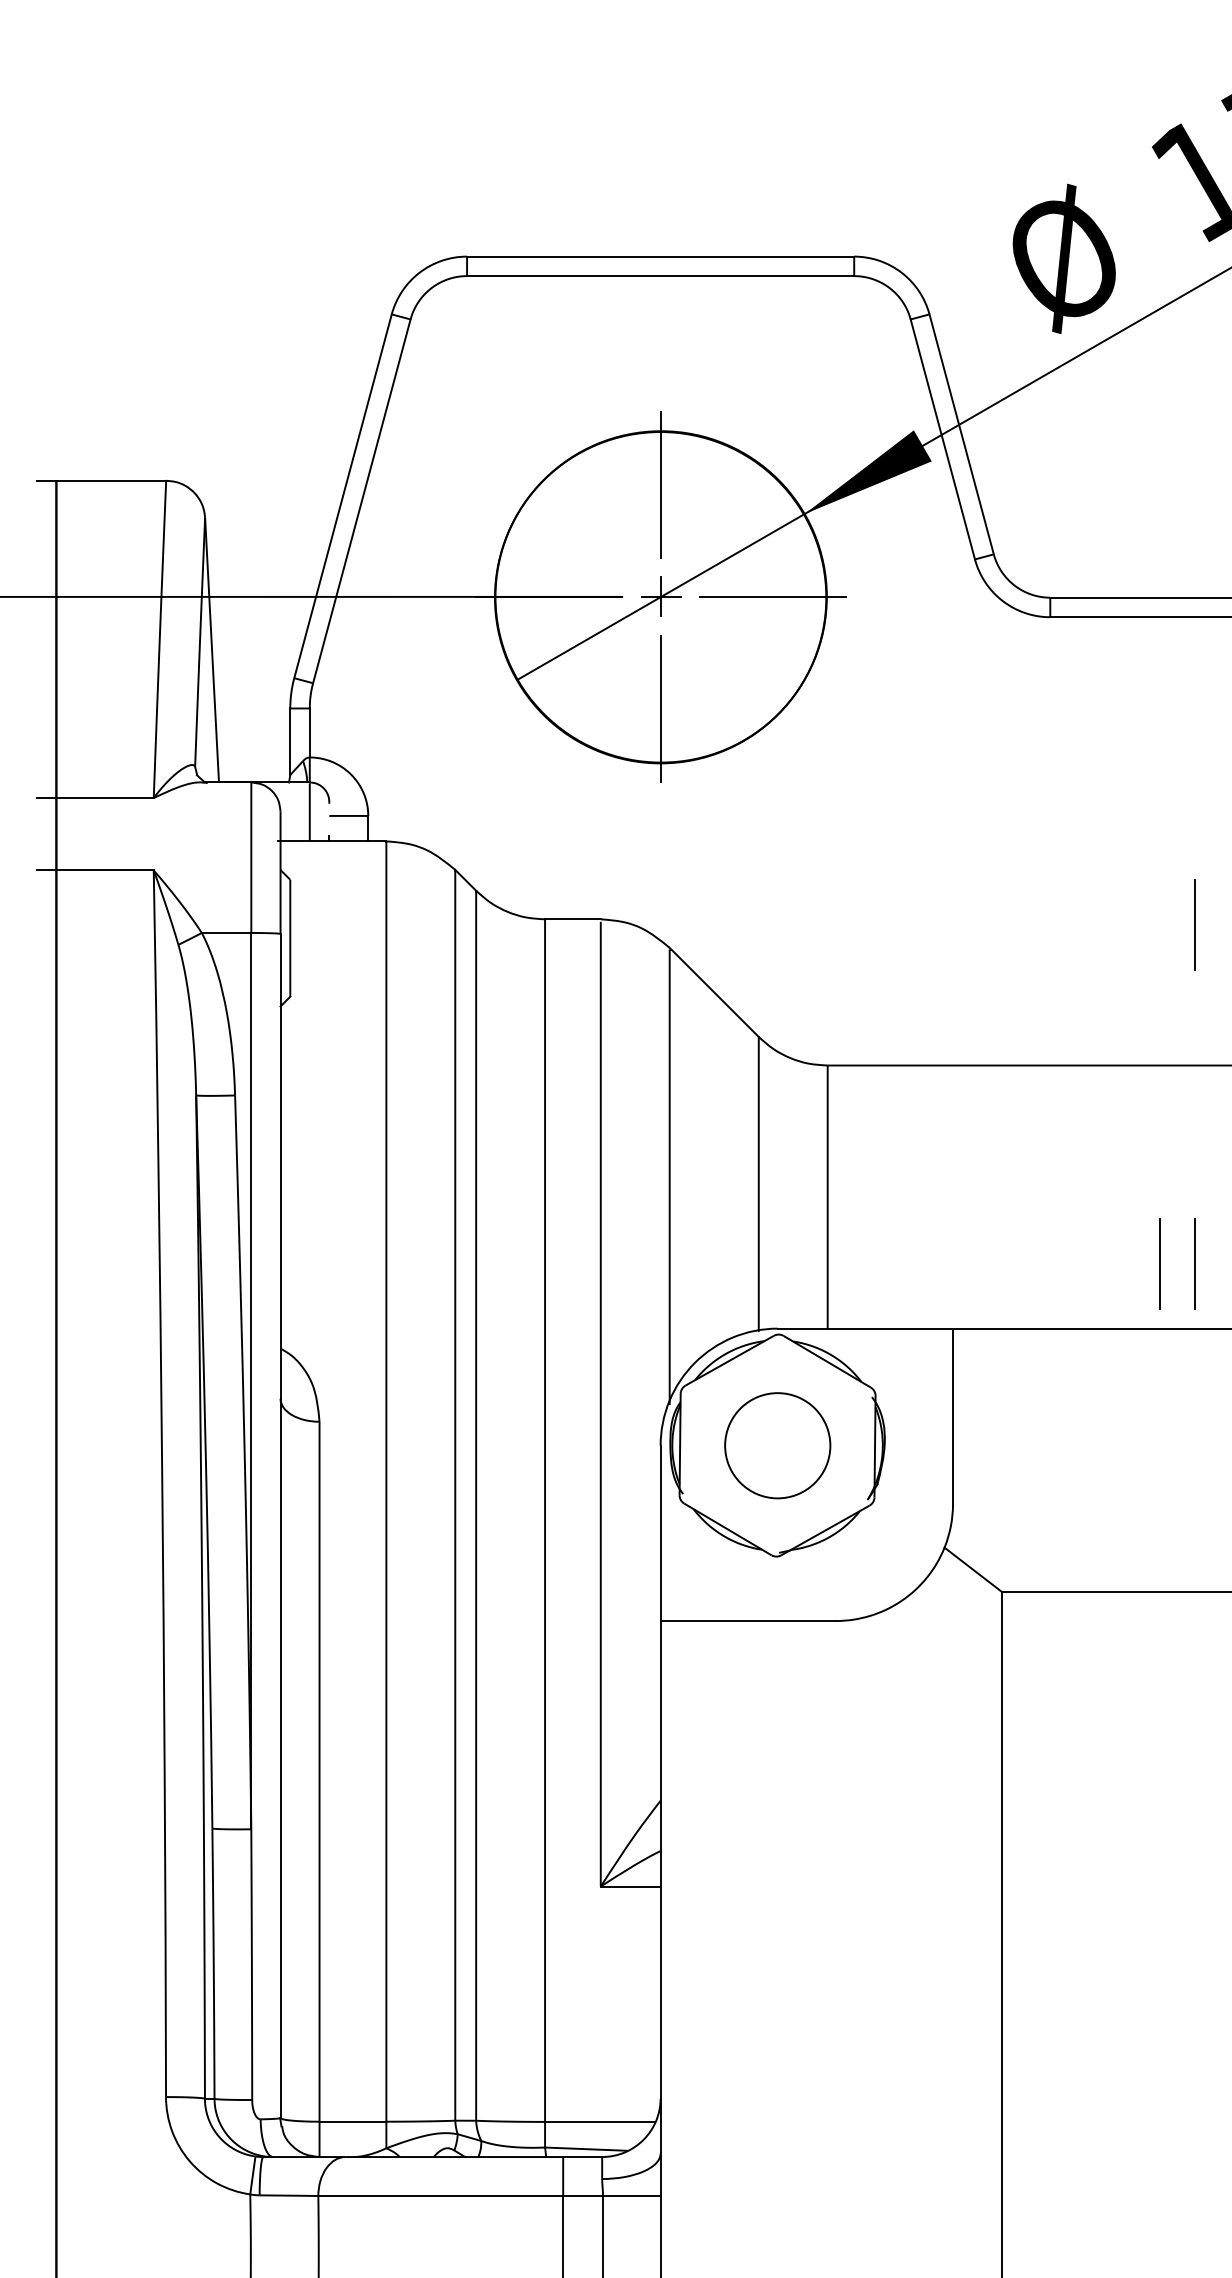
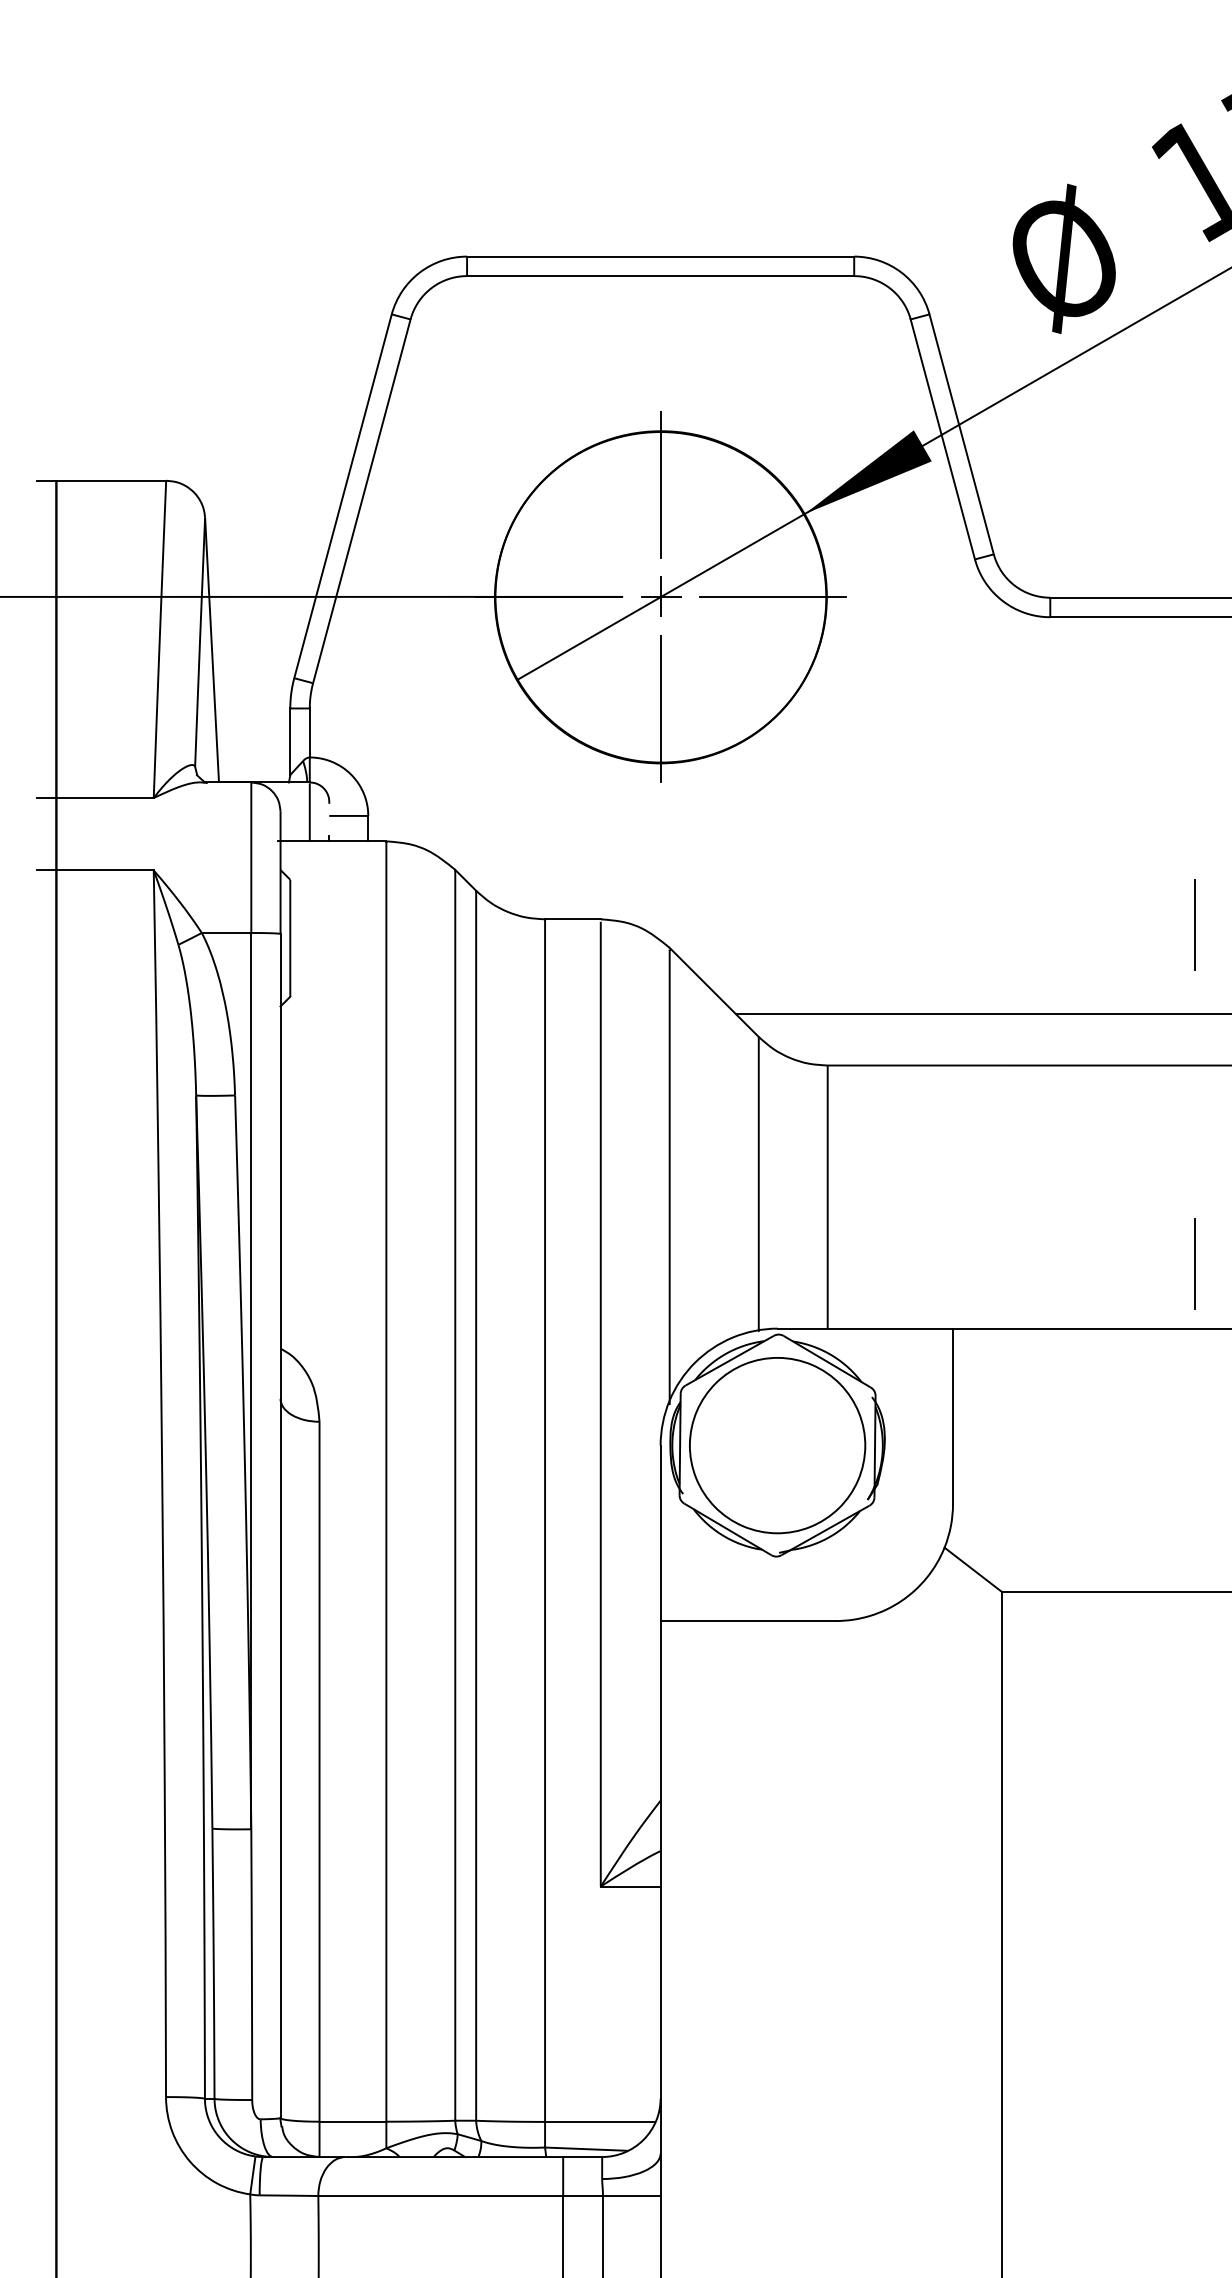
line at (981, 1013): none -> present
line at (1159, 1263): present -> none
part at (777, 1445) size: 108x108 px -> 178x178 px
